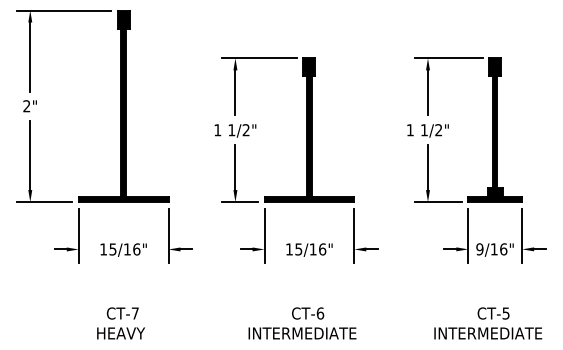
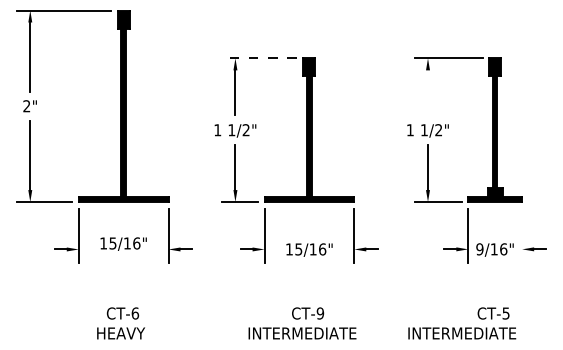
line at (258, 58): solid -> dashed
line at (428, 92): present -> none
line at (522, 235): present -> none
text at (123, 249) position: (123, 249) -> (123, 243)
text at (135, 313): CT-7 -> CT-6
text at (320, 313): CT-6 -> CT-9
text at (488, 333) position: (488, 333) -> (462, 333)
